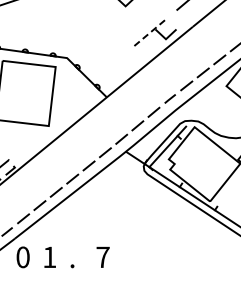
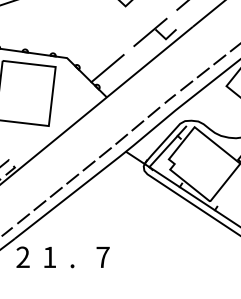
line at (150, 32): dashed -> solid
line at (107, 68): none -> present
text at (22, 257): 0 -> 2
